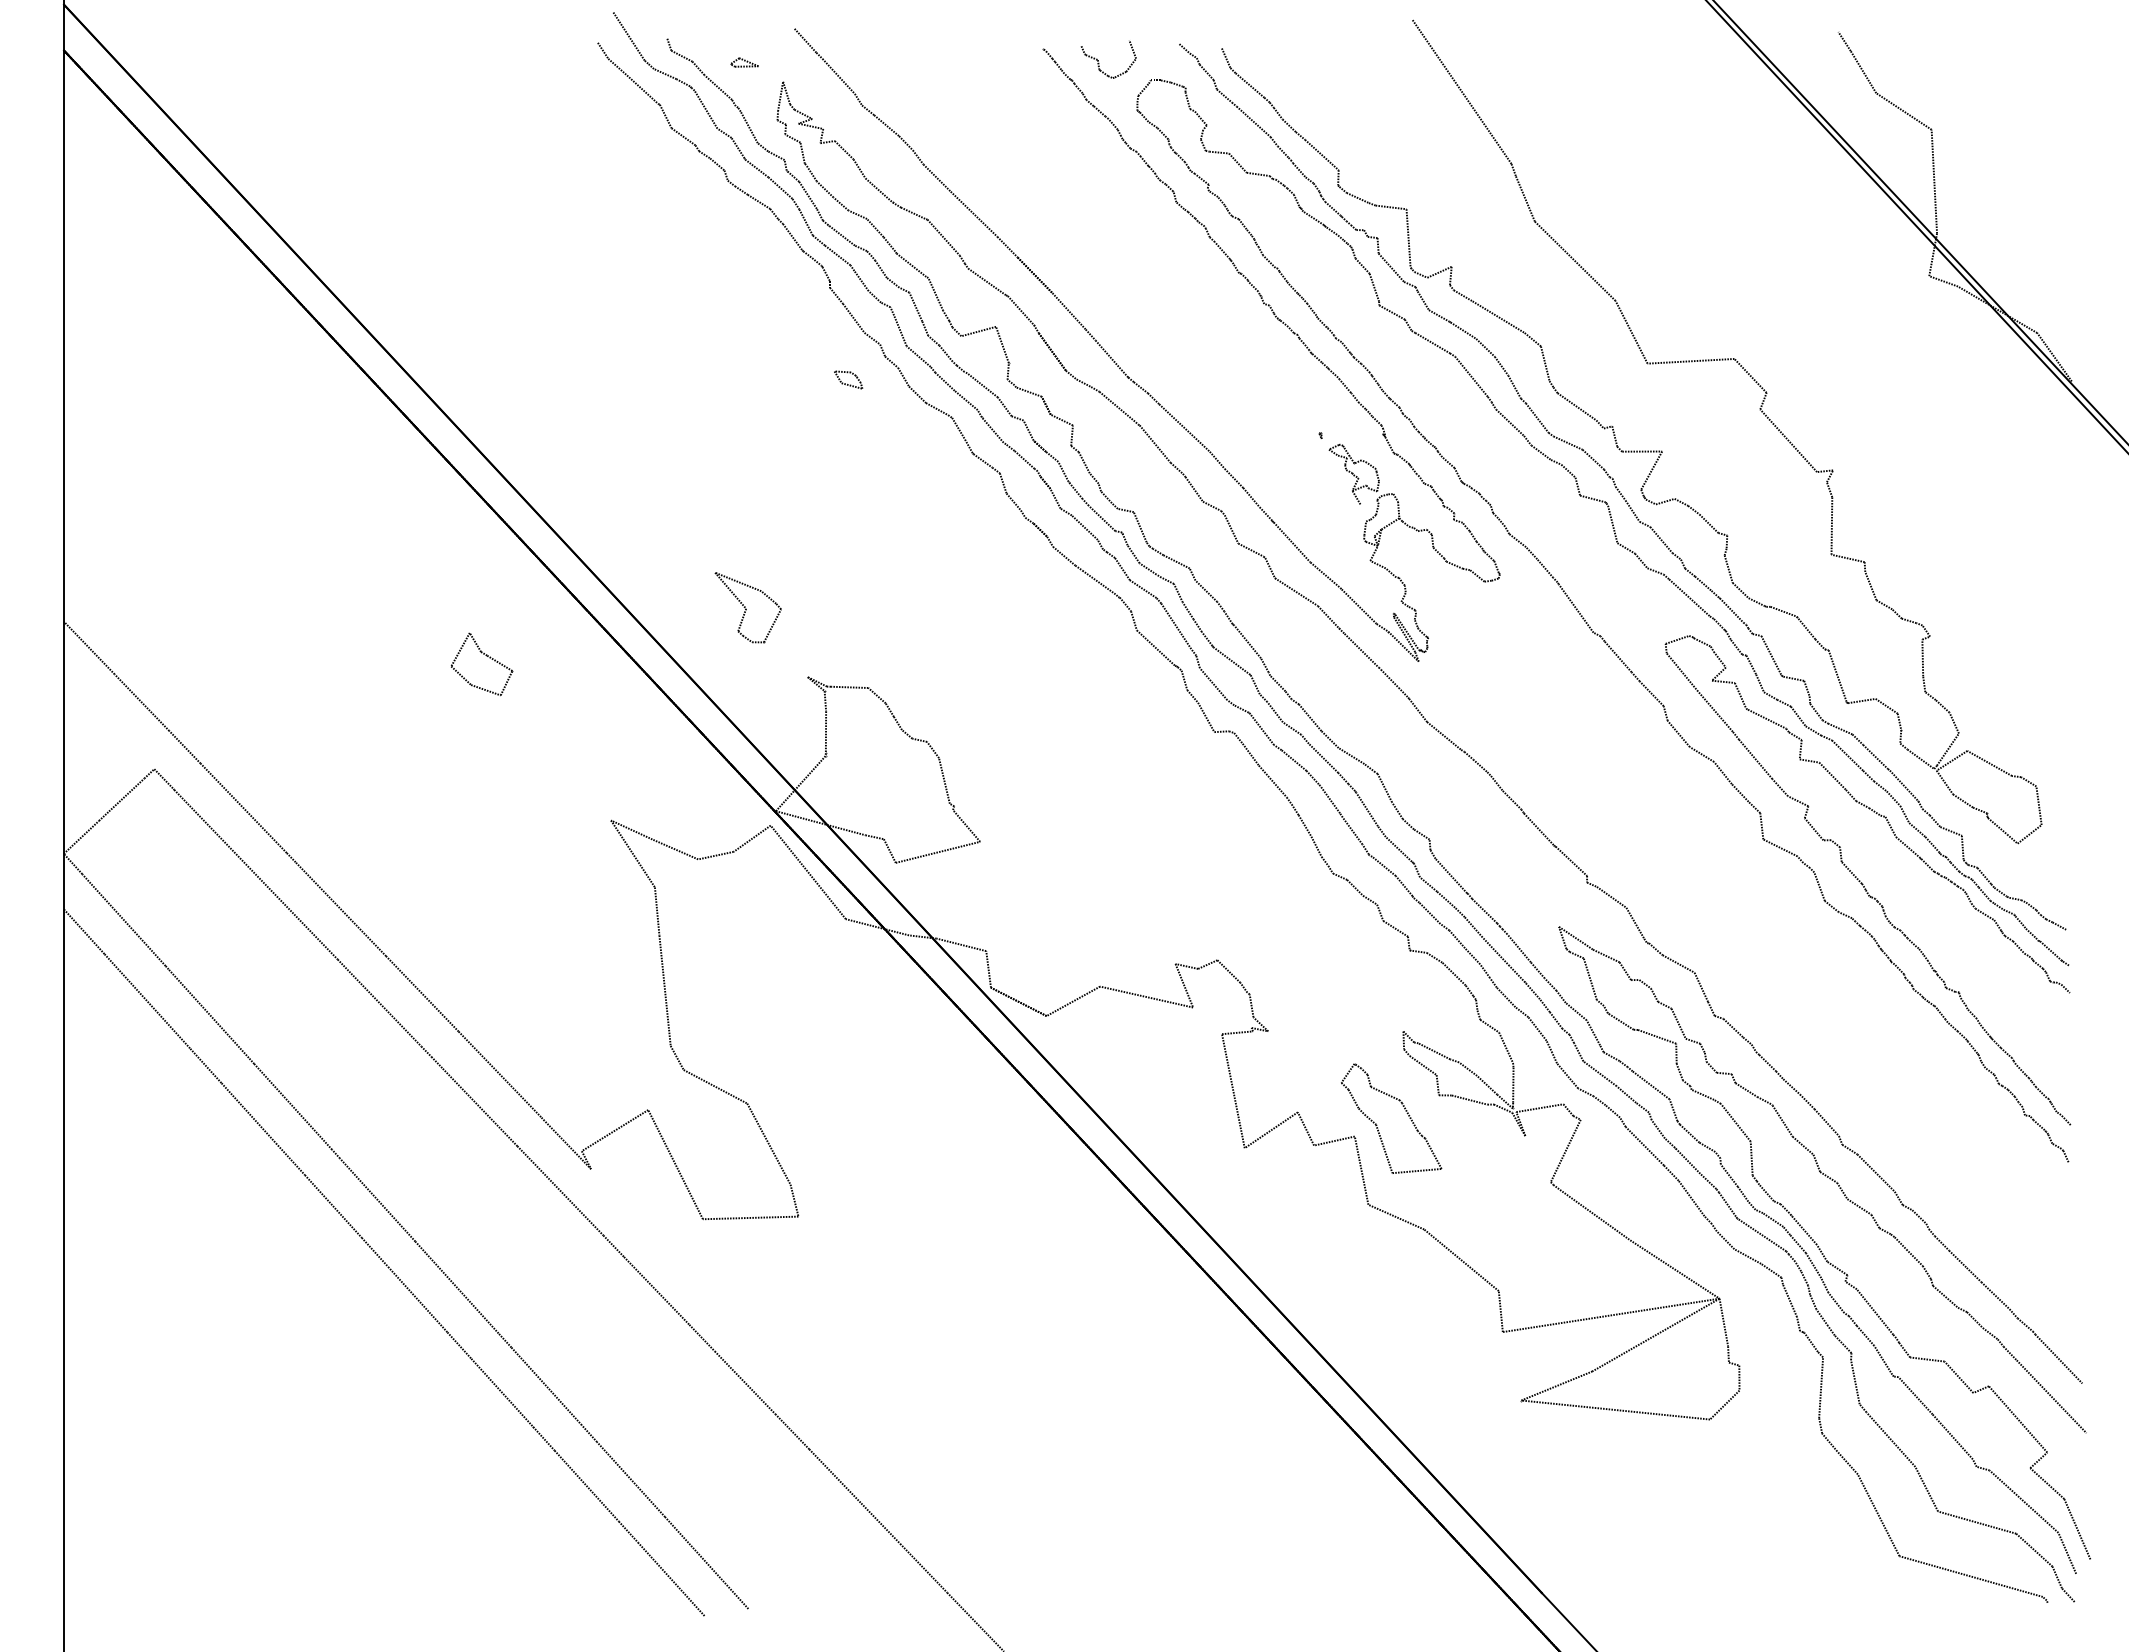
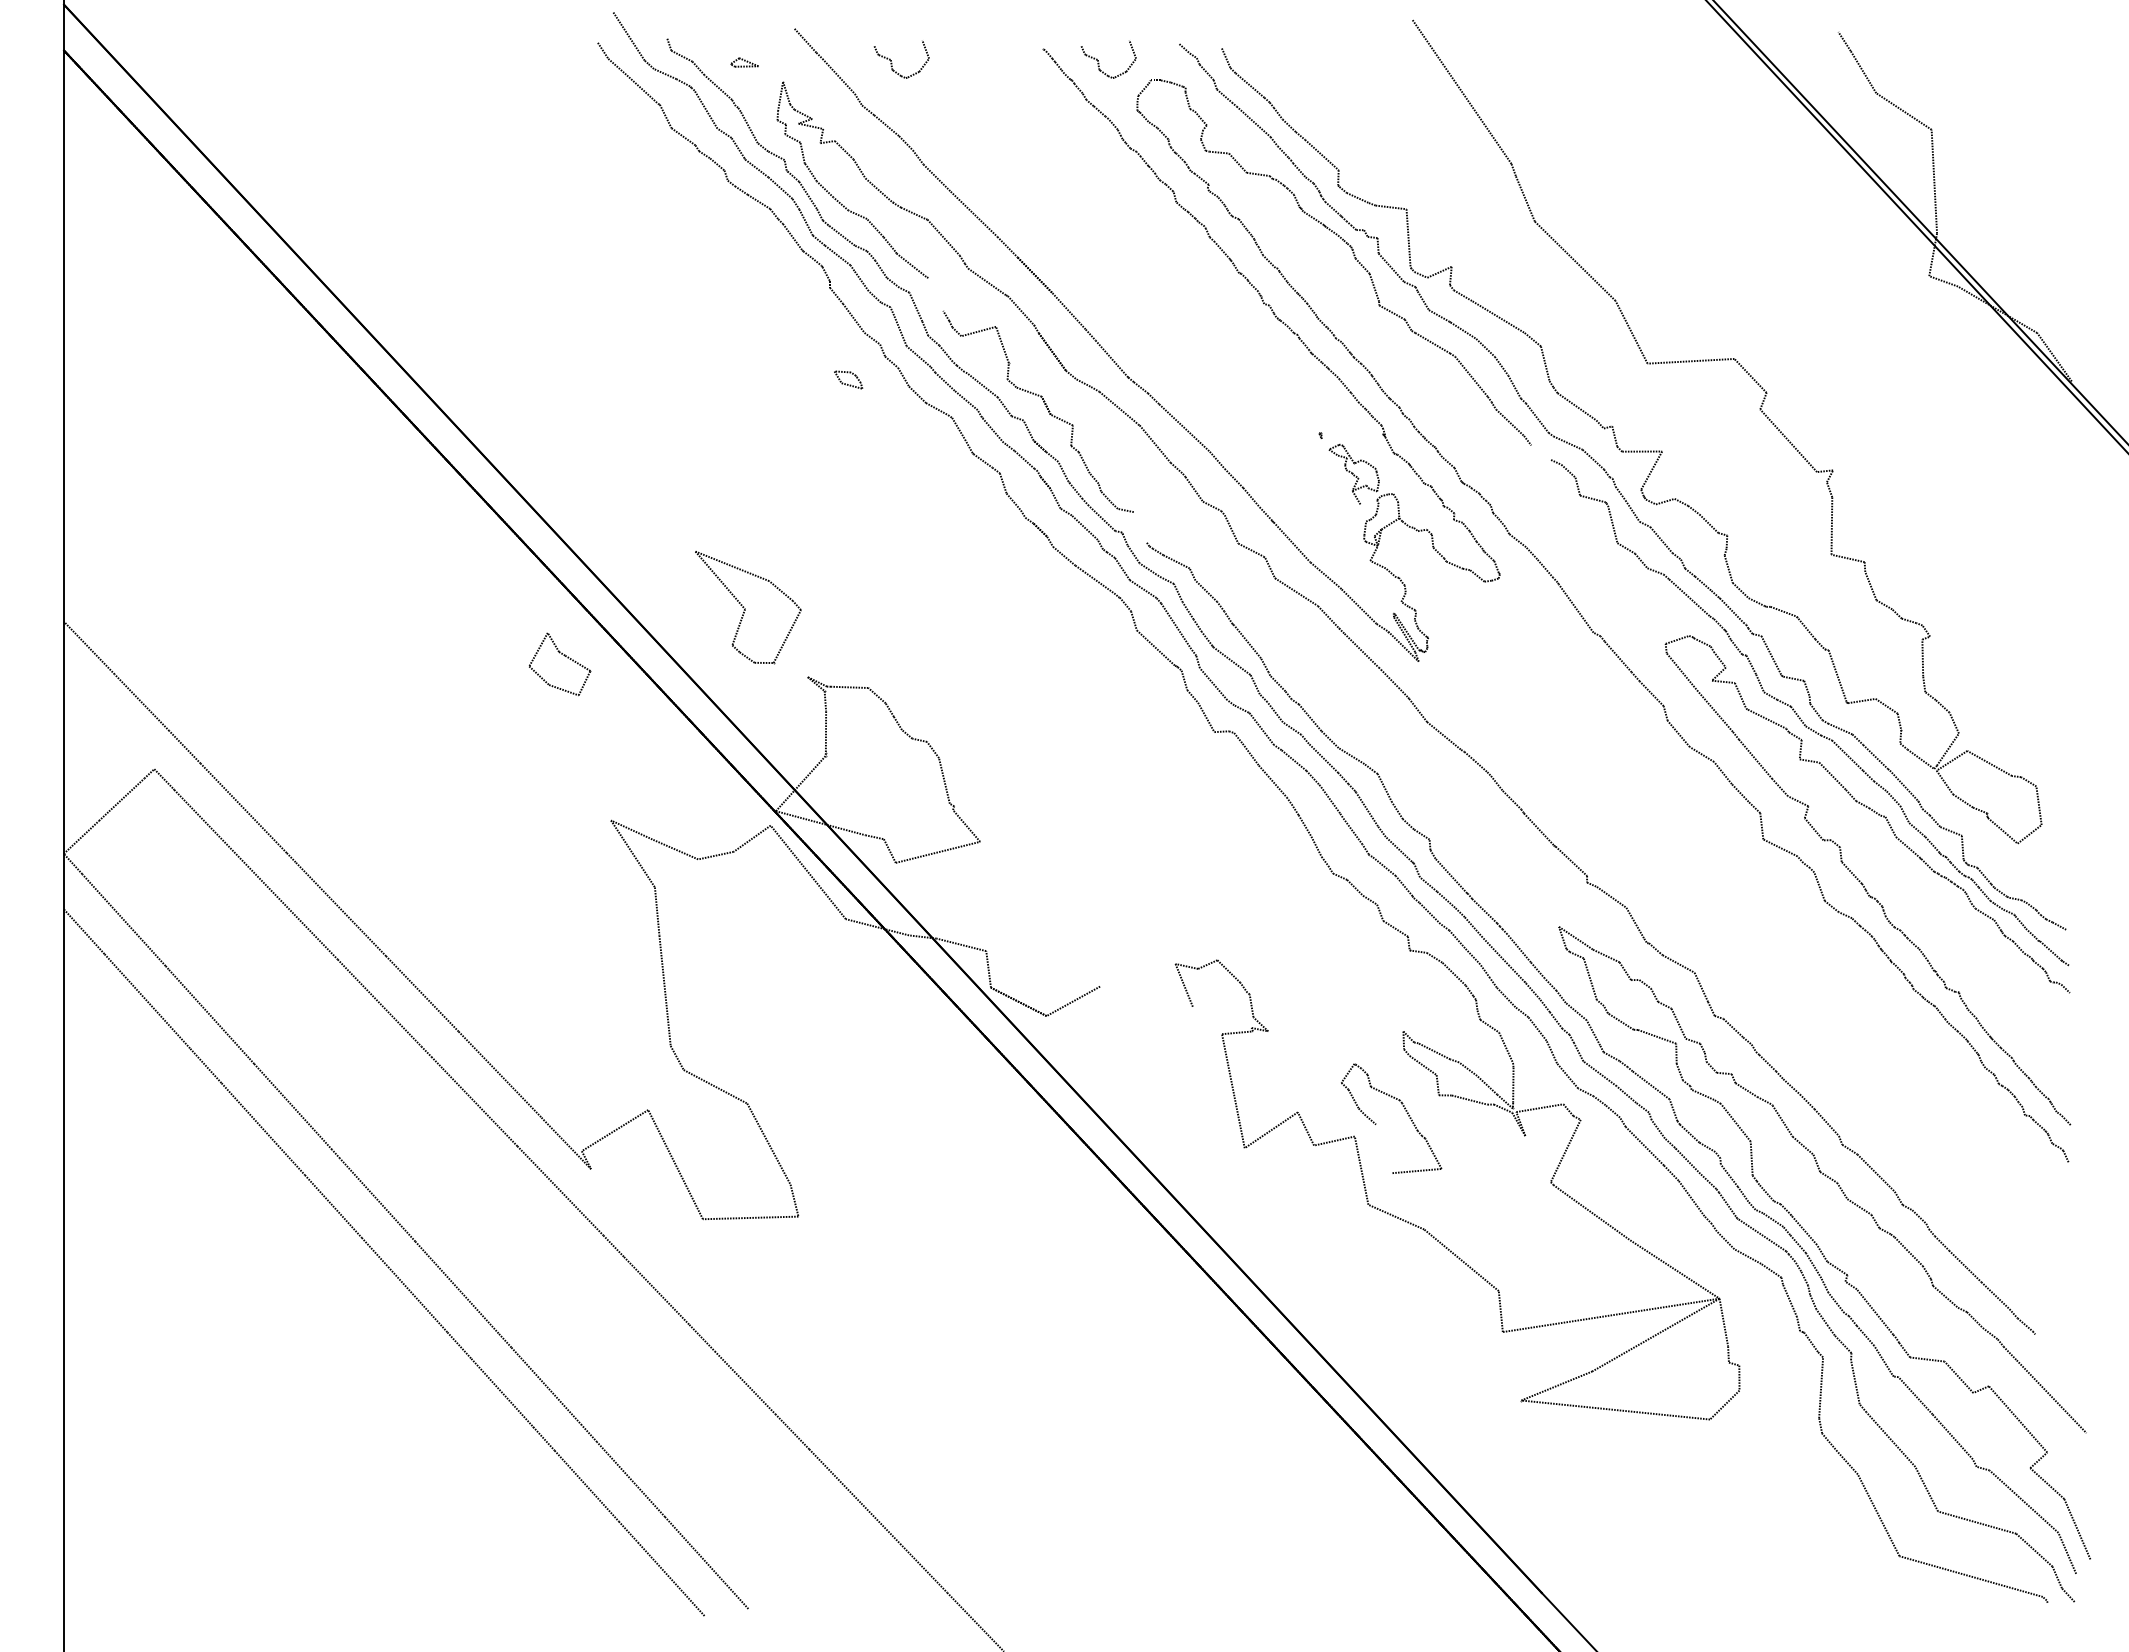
part at (892, 63): none -> present
line at (935, 293): present -> none
line at (1541, 452): present -> none
line at (1139, 527): present -> none
part at (747, 607) size: 68x72 px -> 107x114 px
part at (486, 656) position: (486, 656) -> (564, 656)
line at (1146, 996): present -> none
line at (1384, 1148): present -> none
line at (2058, 1358): present -> none
